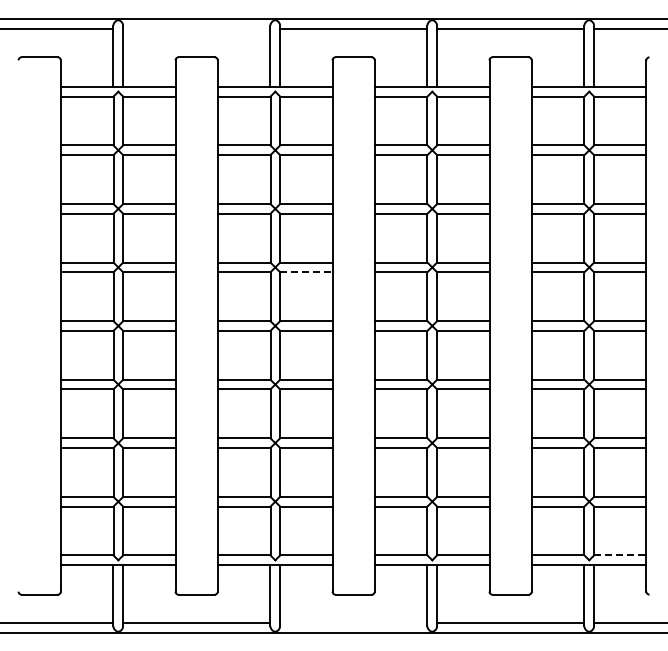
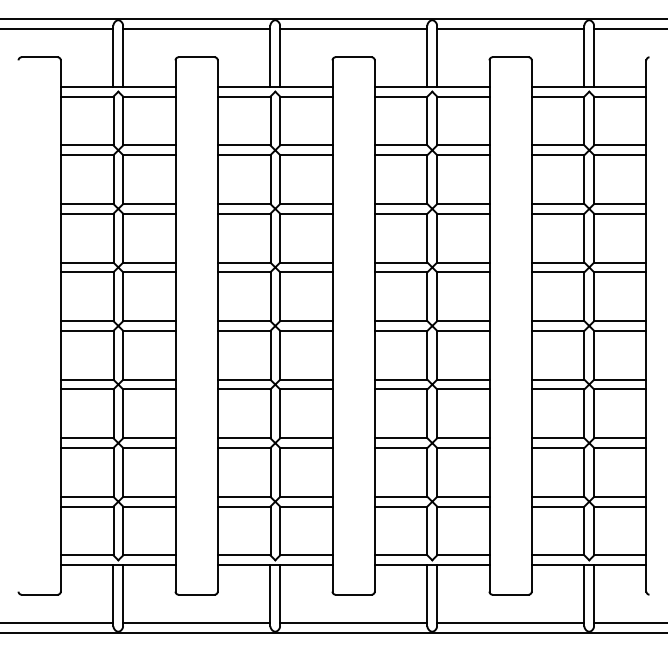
line at (196, 28): none -> present
line at (306, 272): dashed -> solid
line at (620, 555): dashed -> solid
line at (353, 623): none -> present
